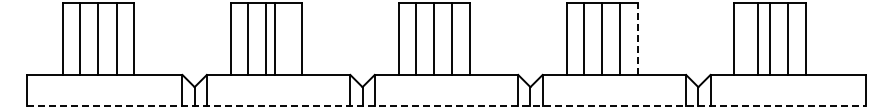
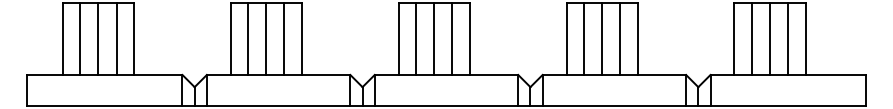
line at (275, 38) position: (275, 38) -> (284, 38)
line at (757, 38) position: (757, 38) -> (751, 38)
line at (637, 39): dashed -> solid
line at (446, 105): dashed -> solid
